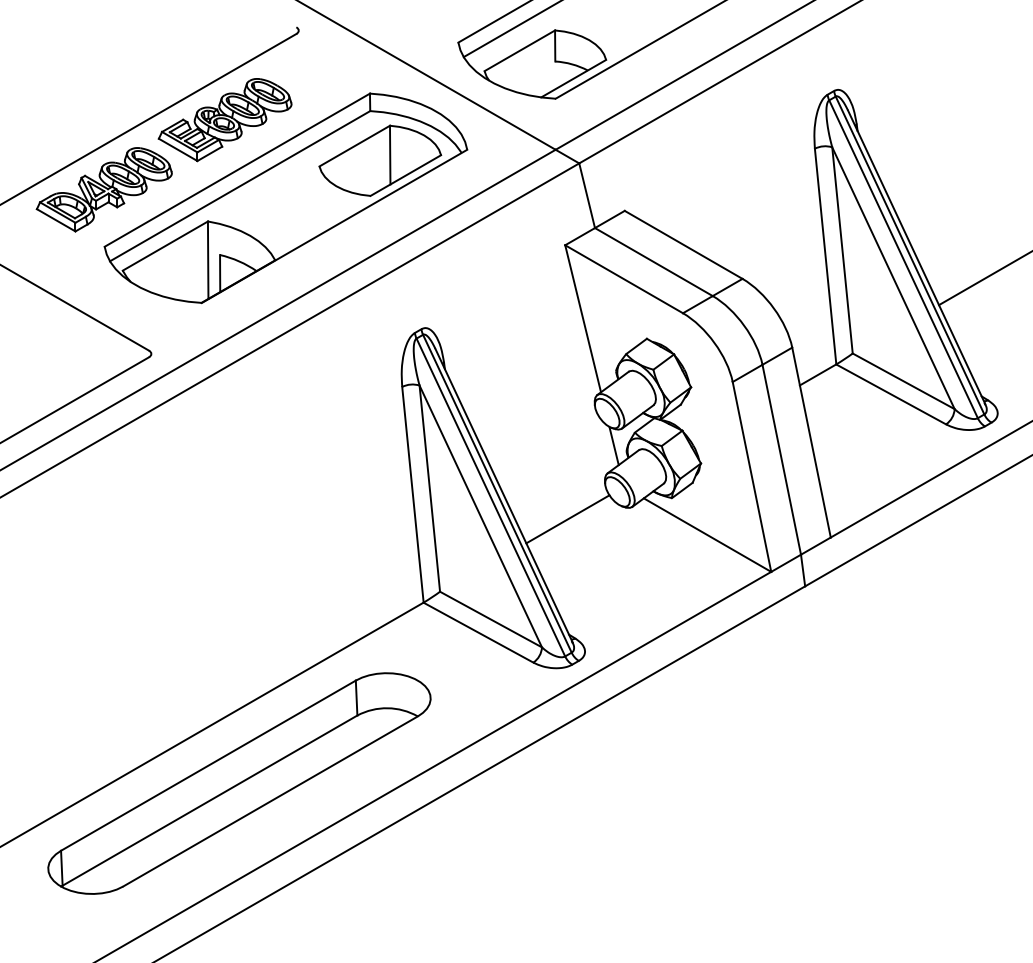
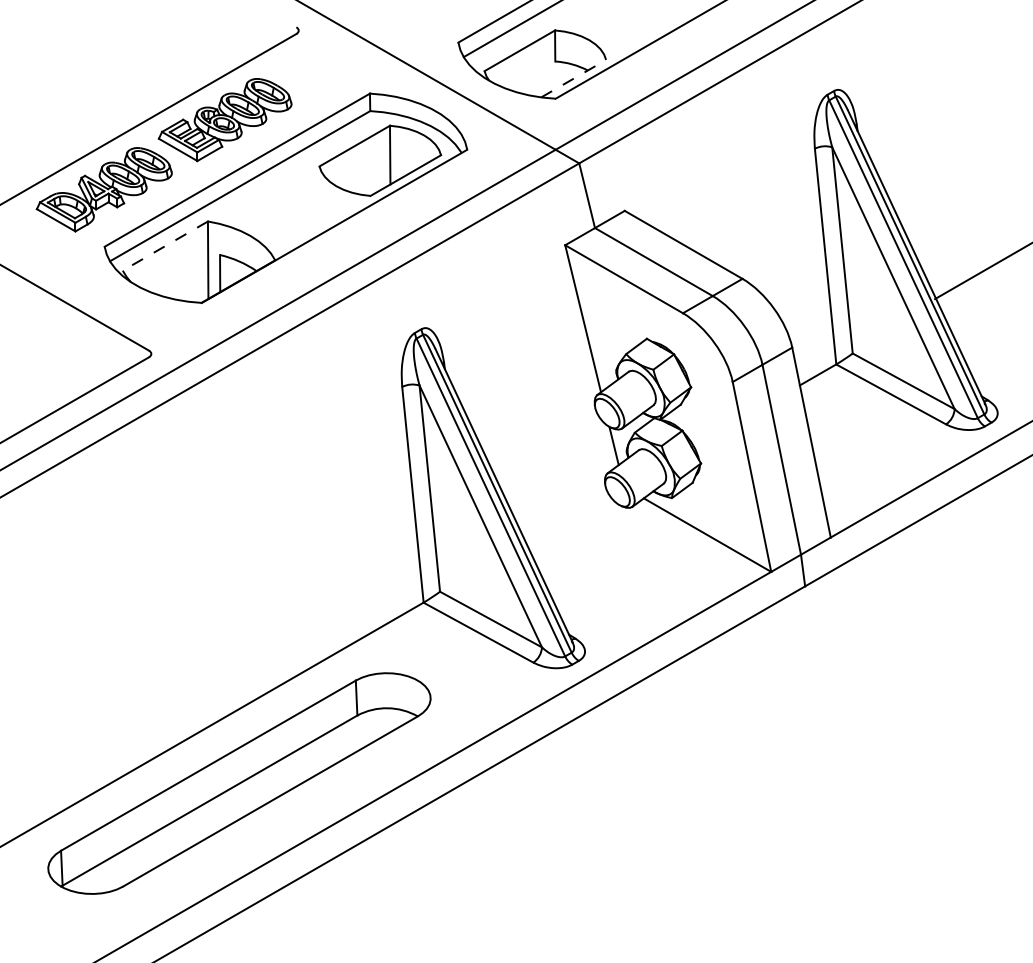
line at (574, 78): solid -> dashed
line at (164, 246): solid -> dashed
line at (984, 279) position: (984, 279) -> (982, 271)
line at (567, 519): present -> none
